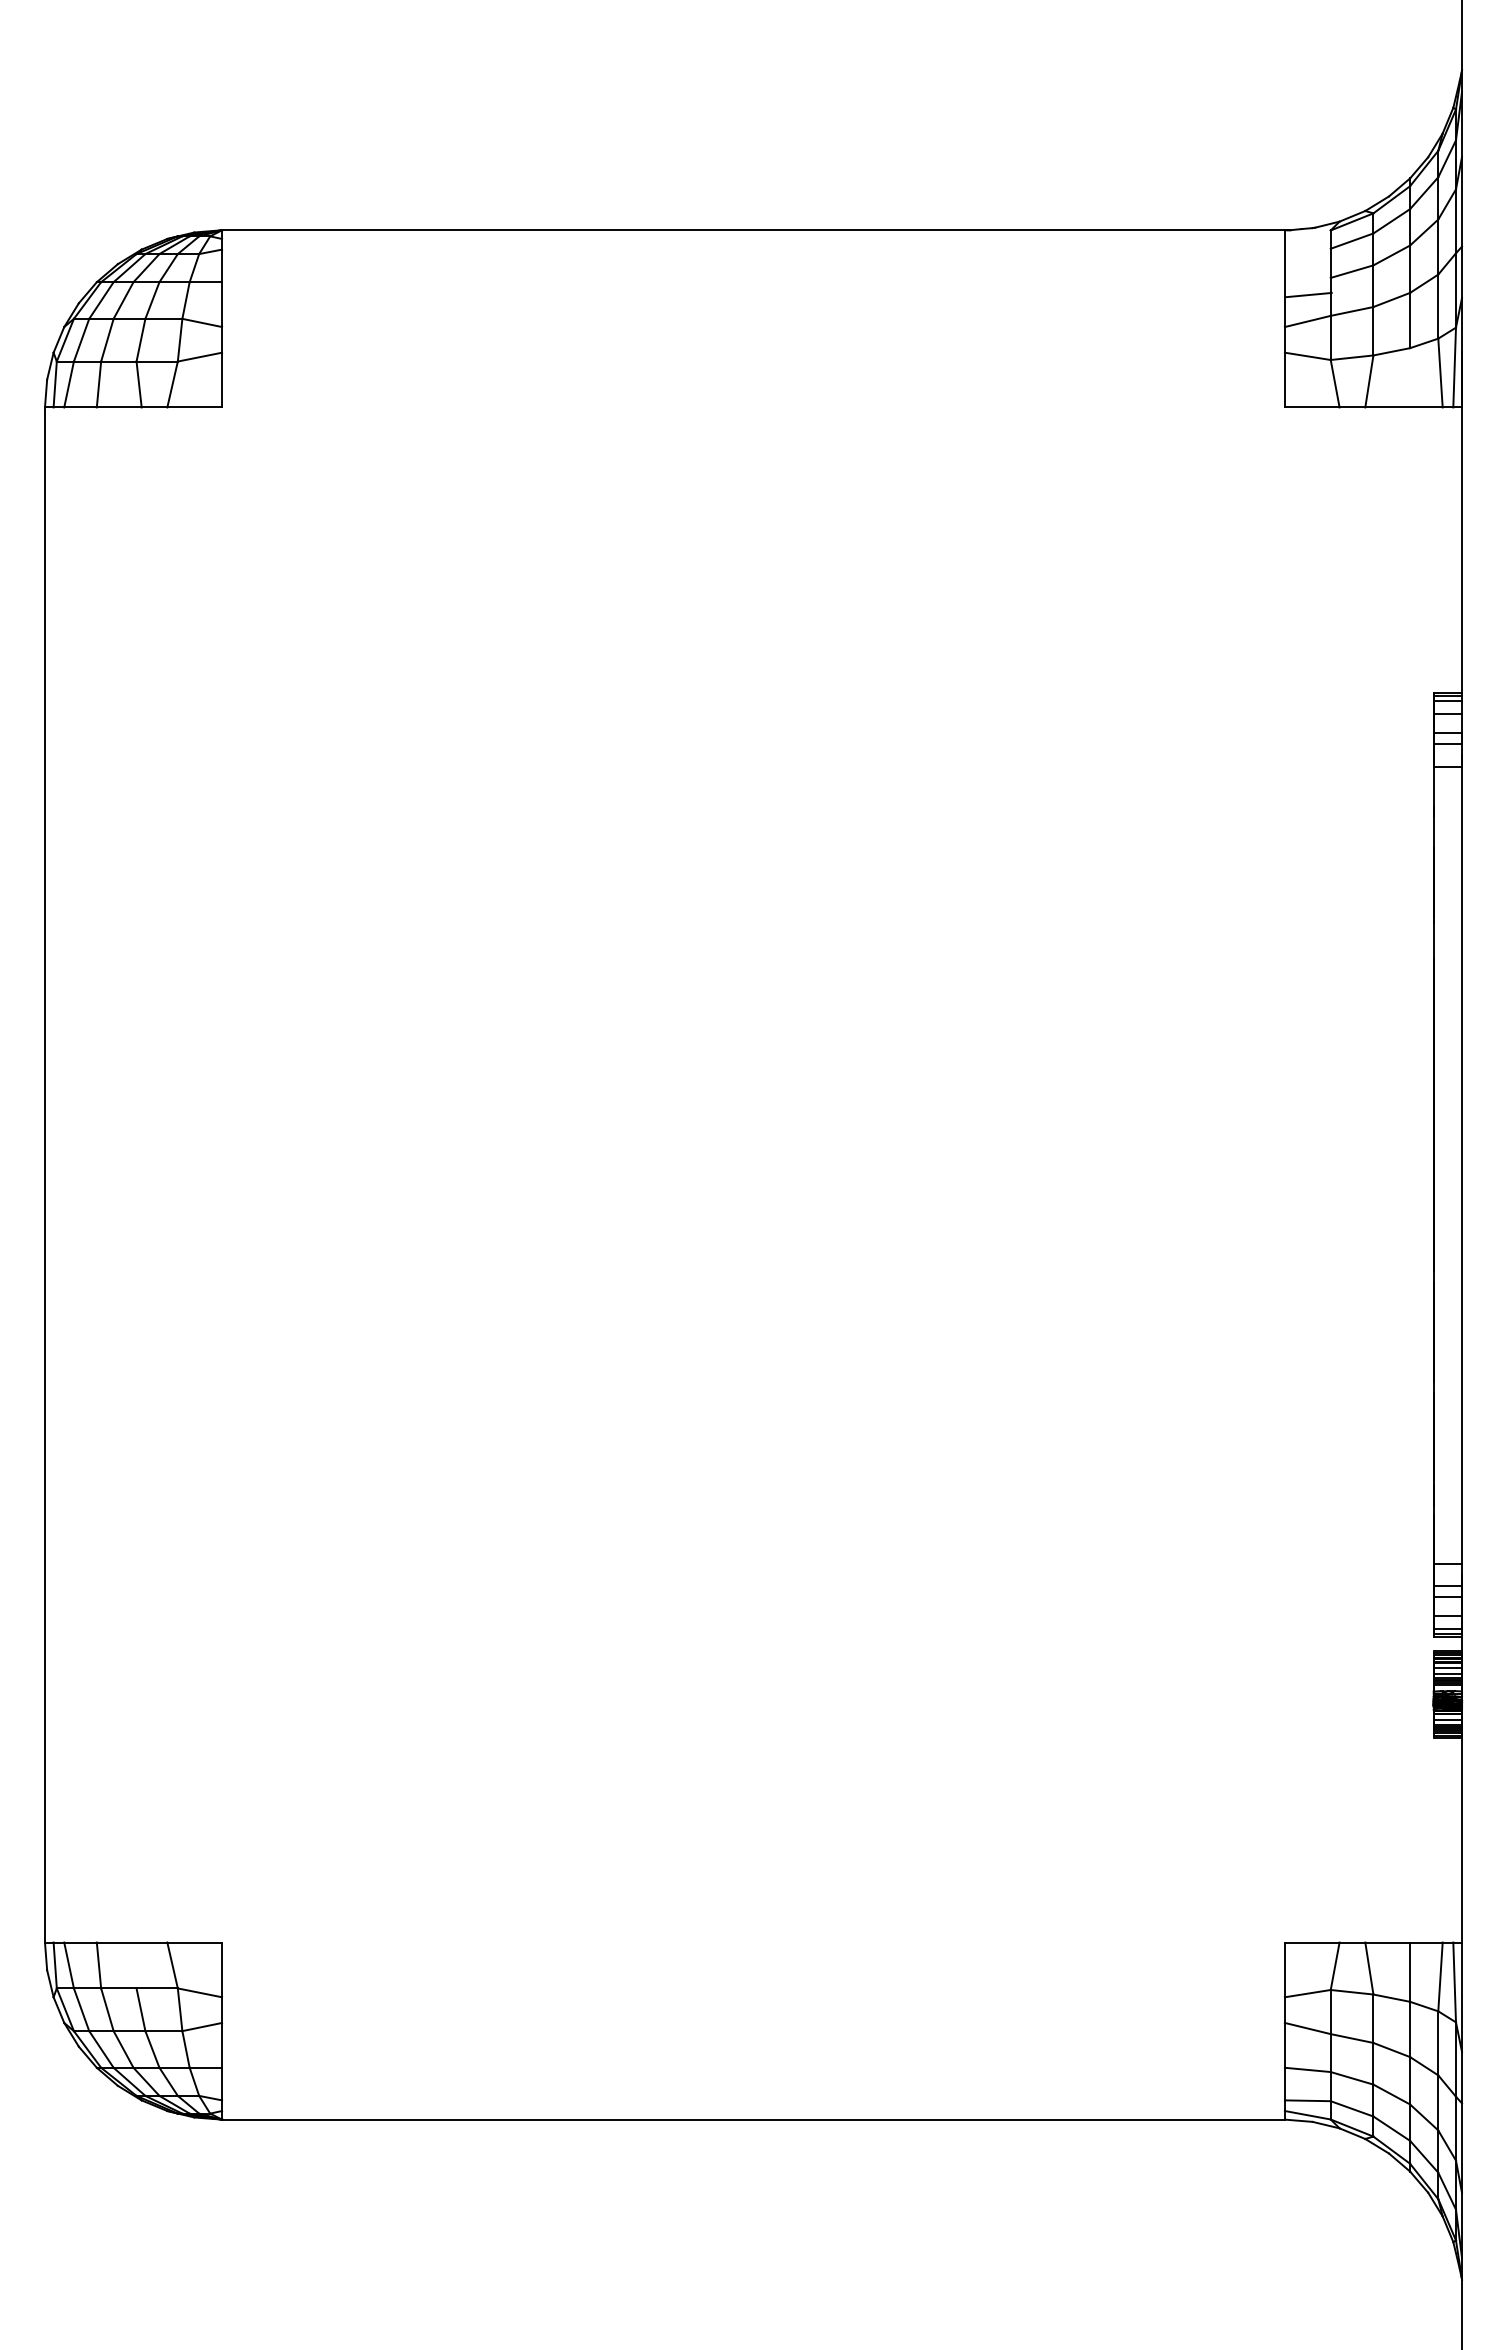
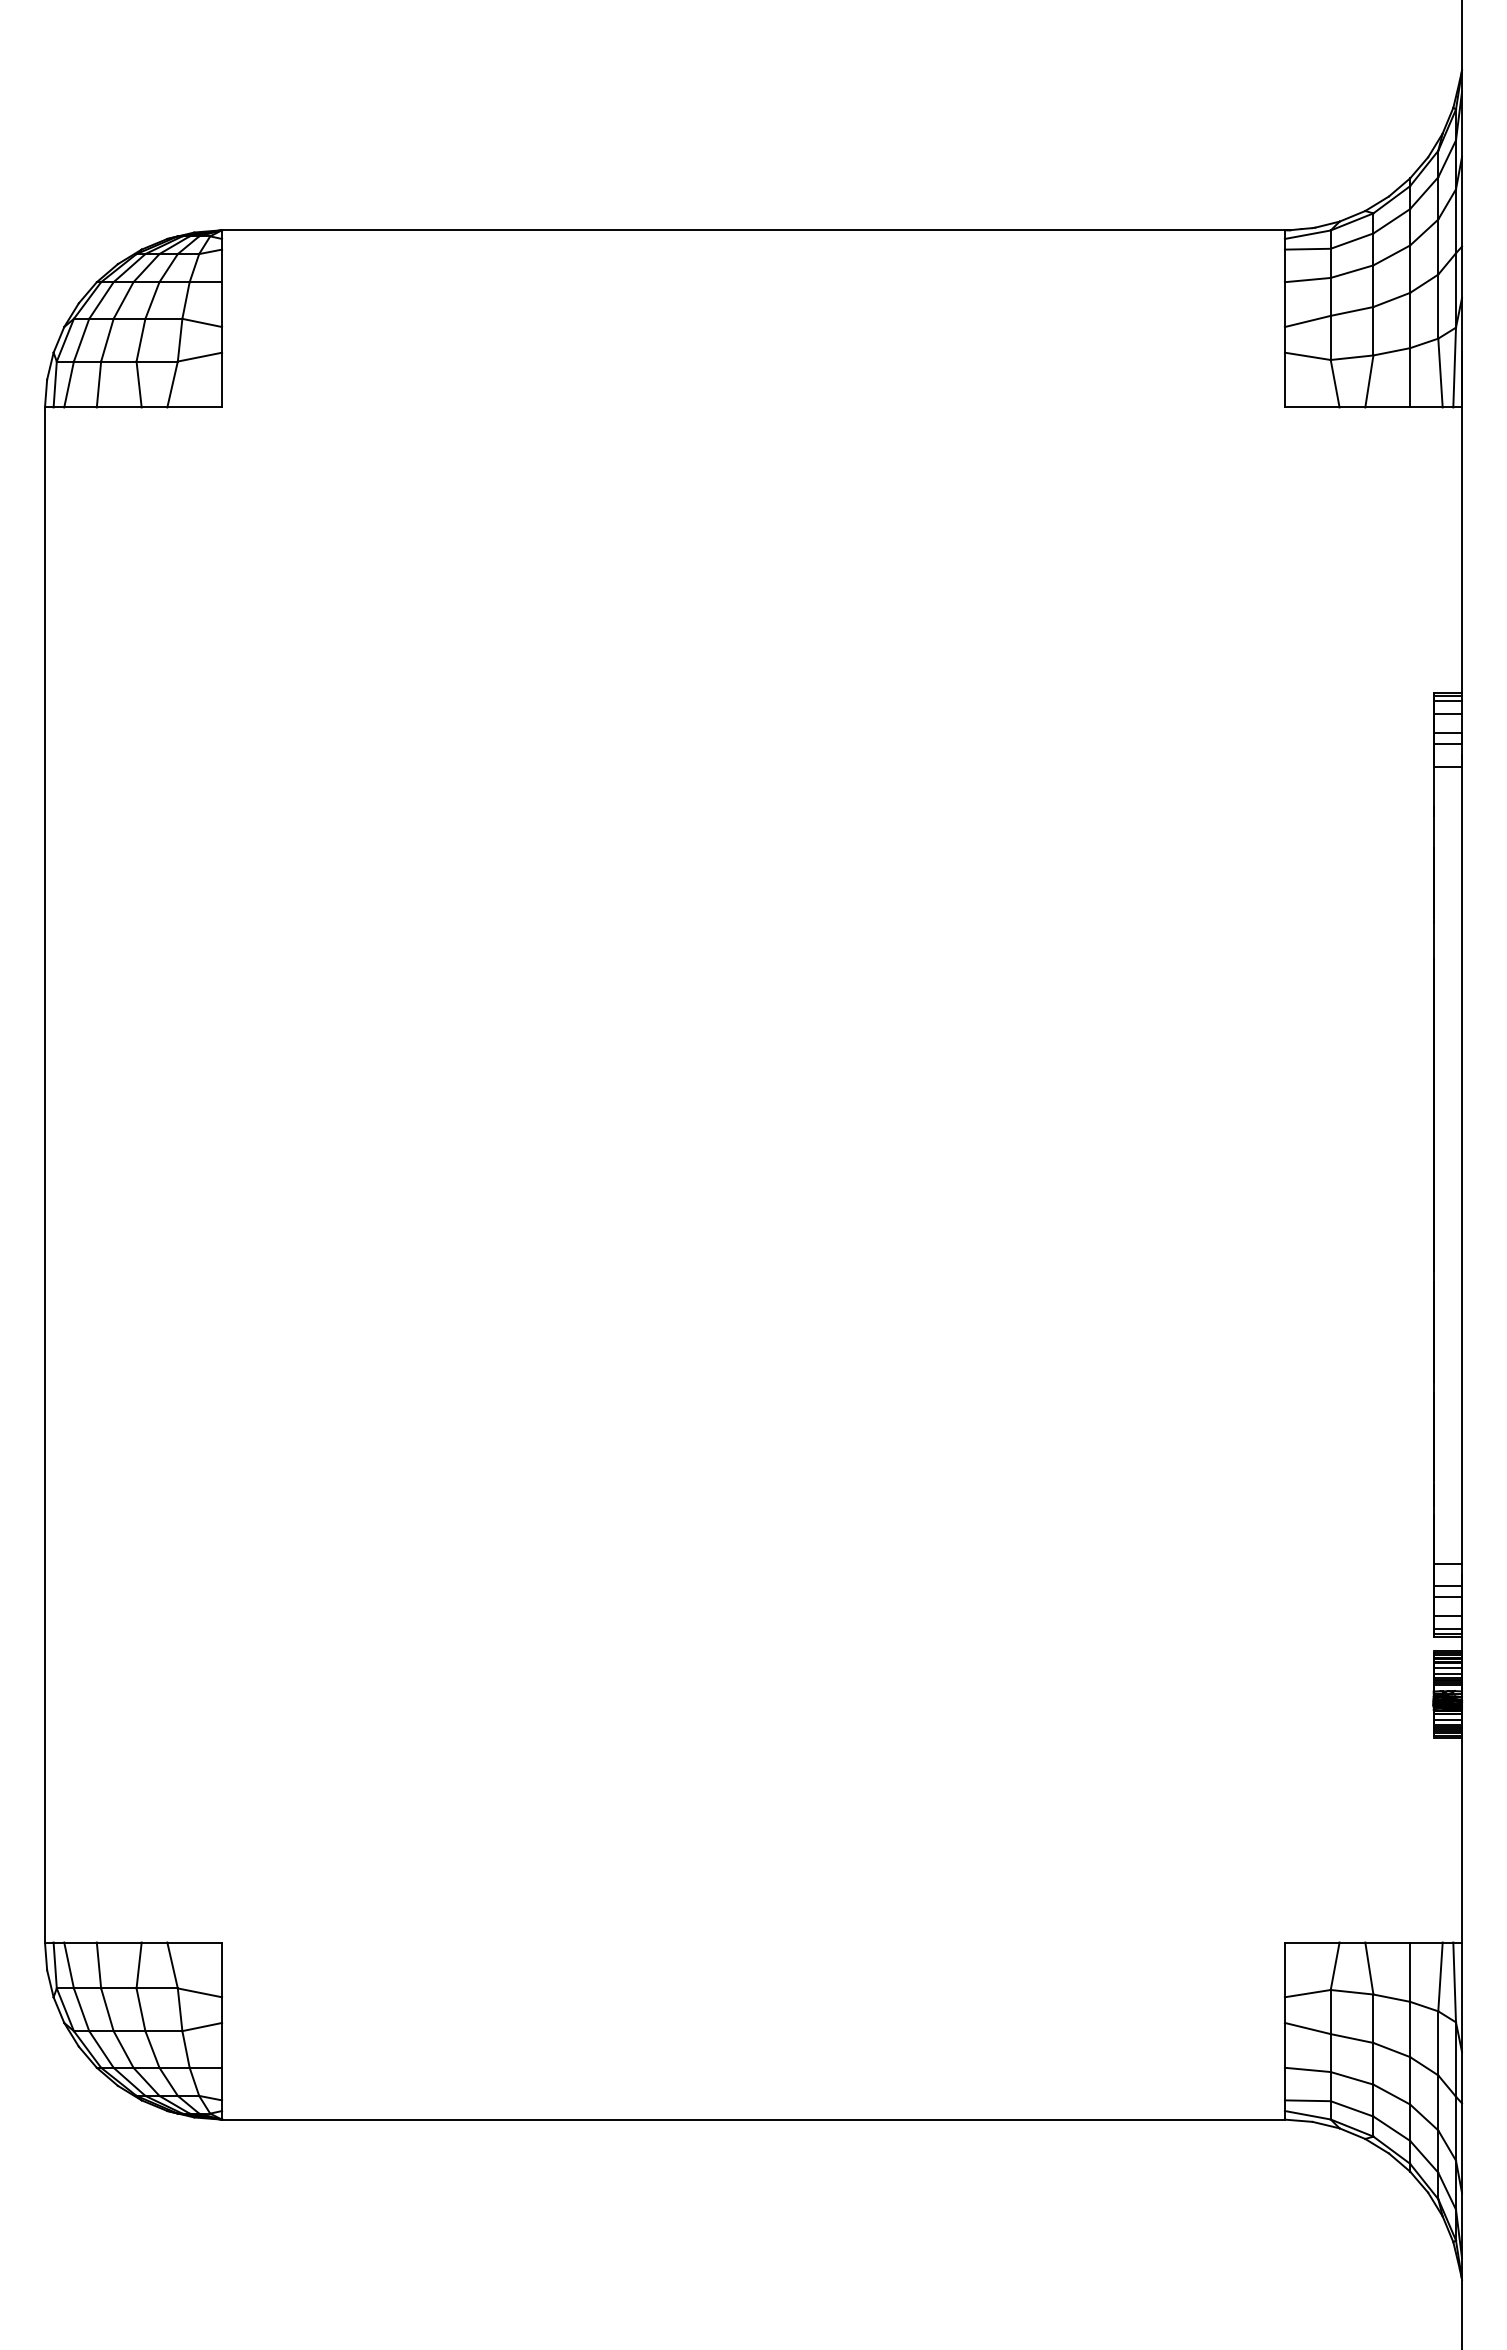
line at (1307, 234): none -> present
line at (1307, 248): none -> present
line at (1308, 294) position: (1308, 294) -> (1307, 279)
line at (1410, 377): none -> present
line at (138, 1965): none -> present
